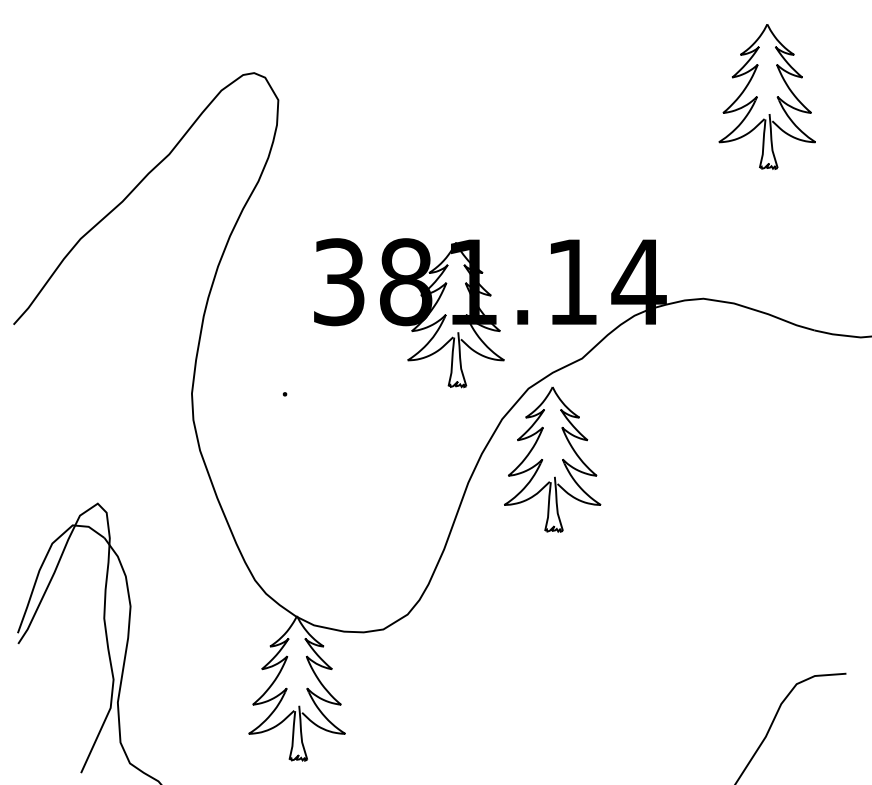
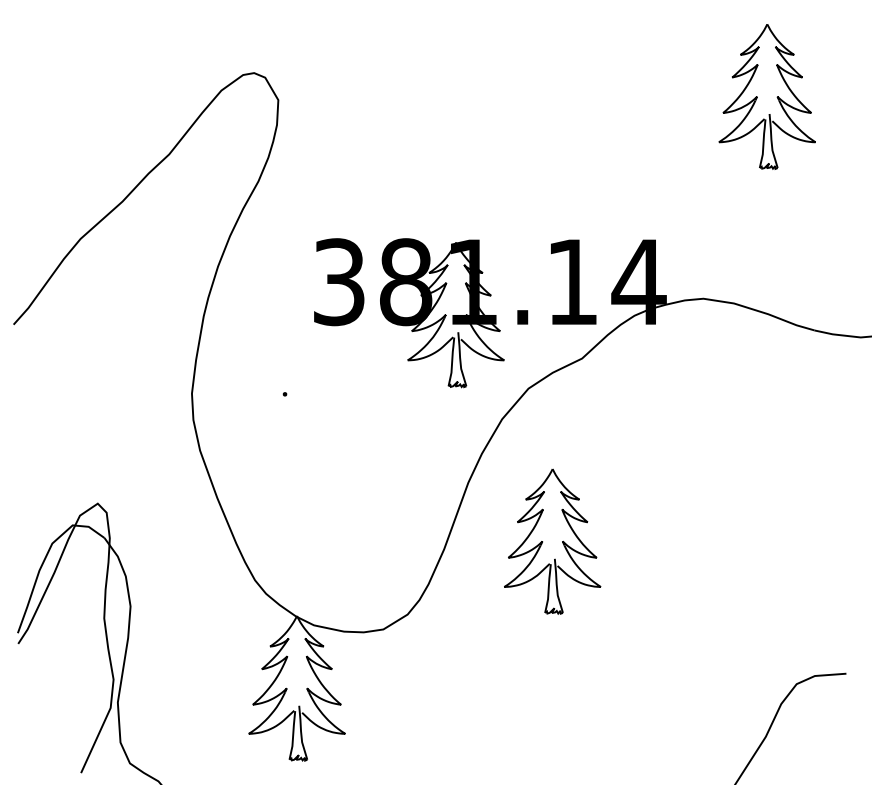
part at (552, 459) position: (552, 459) -> (552, 541)
